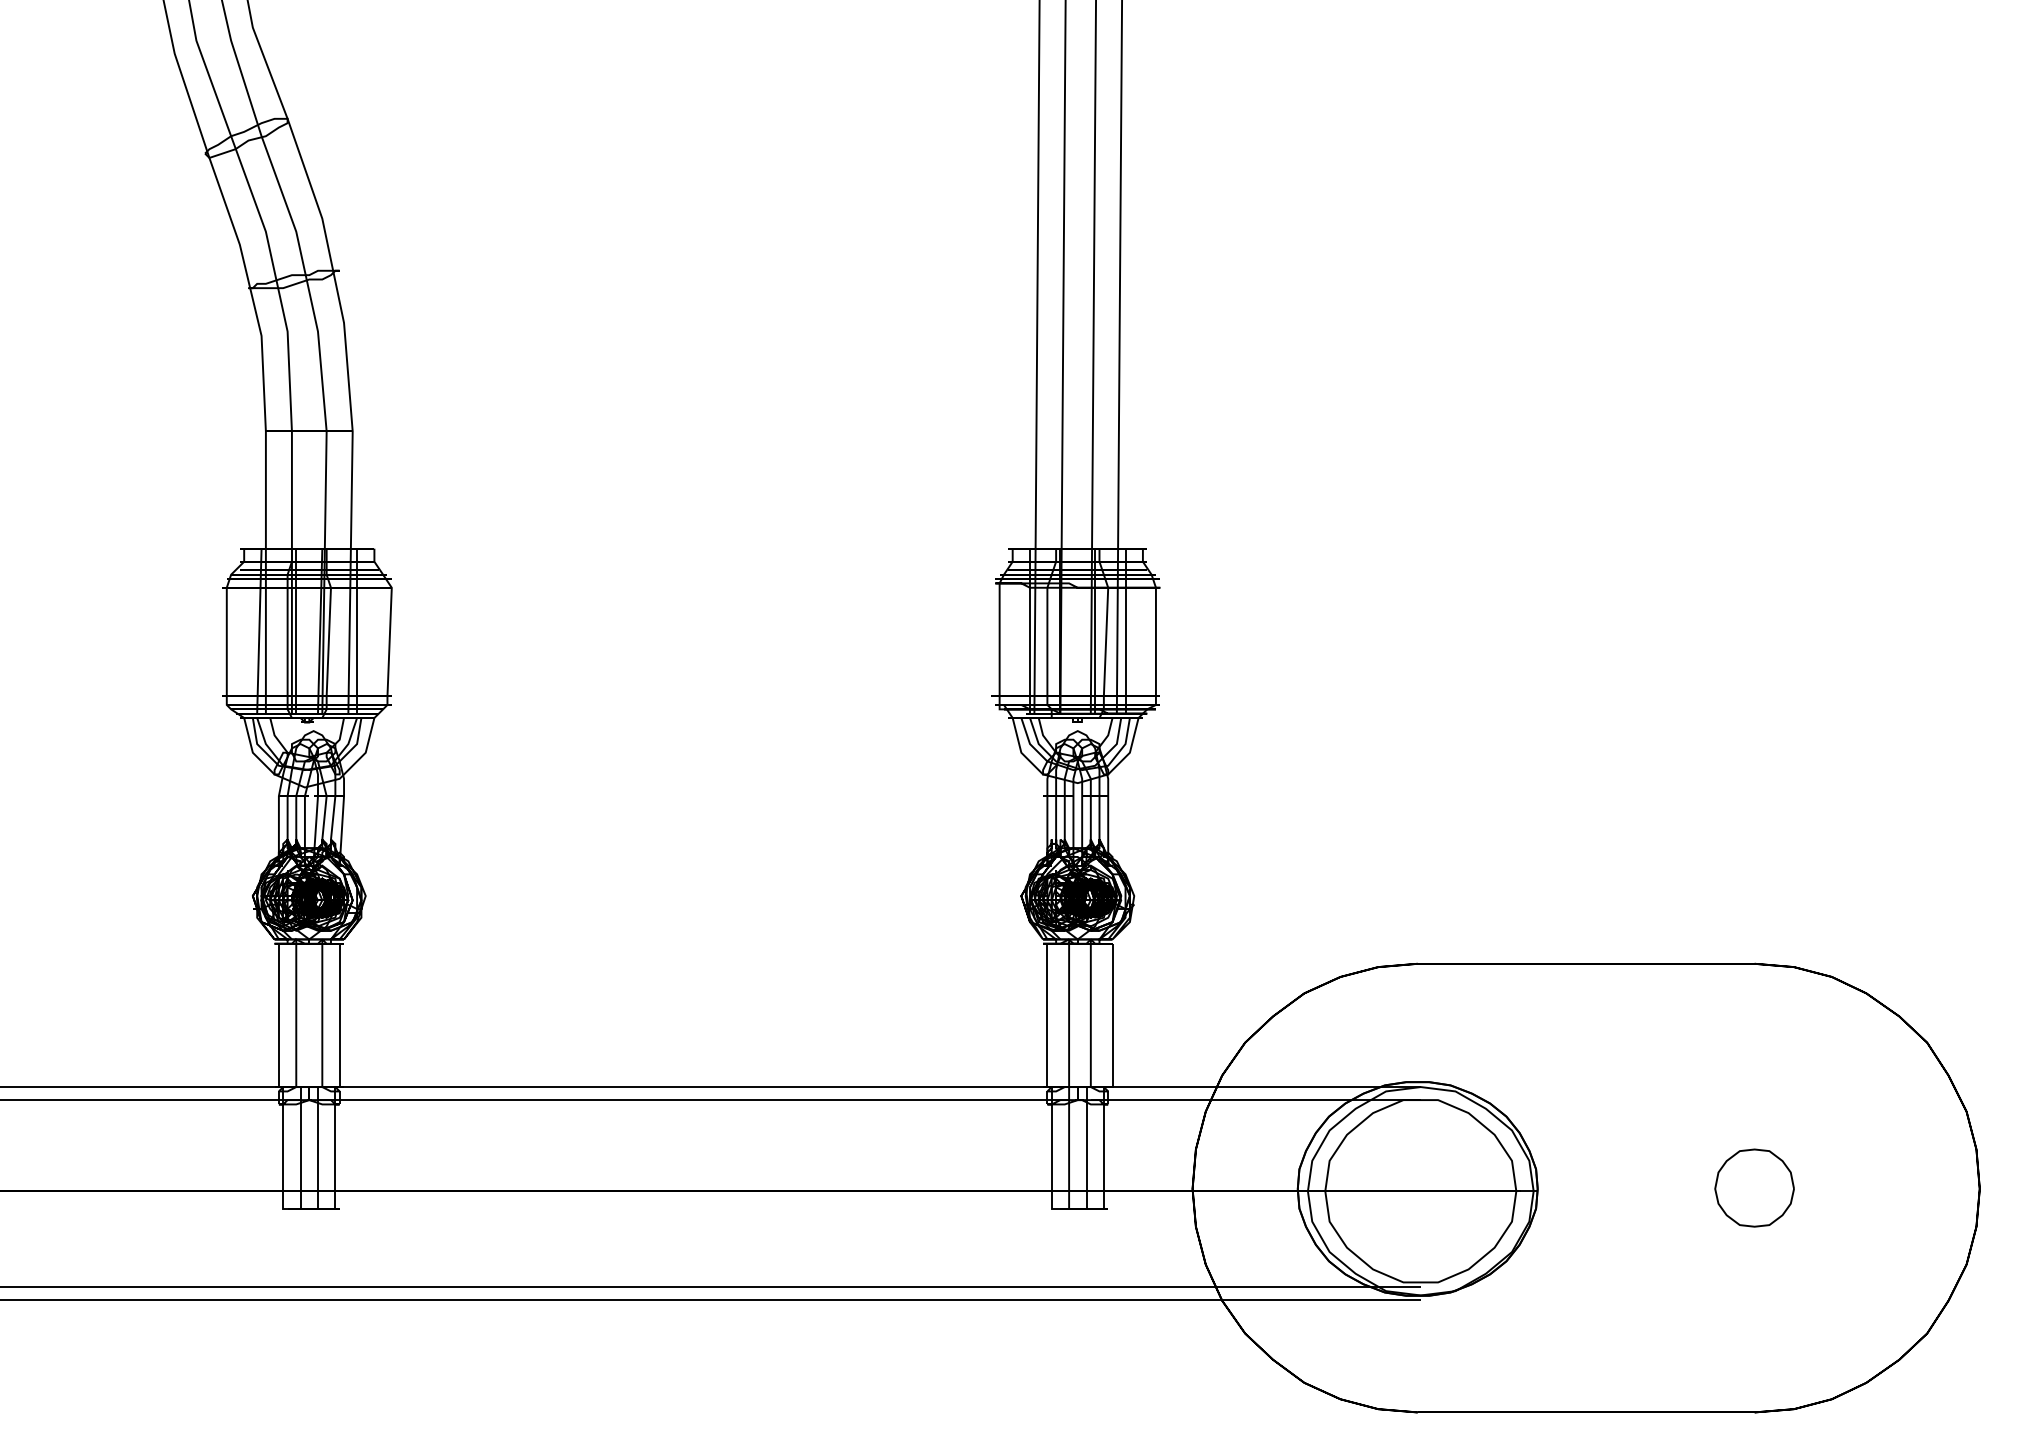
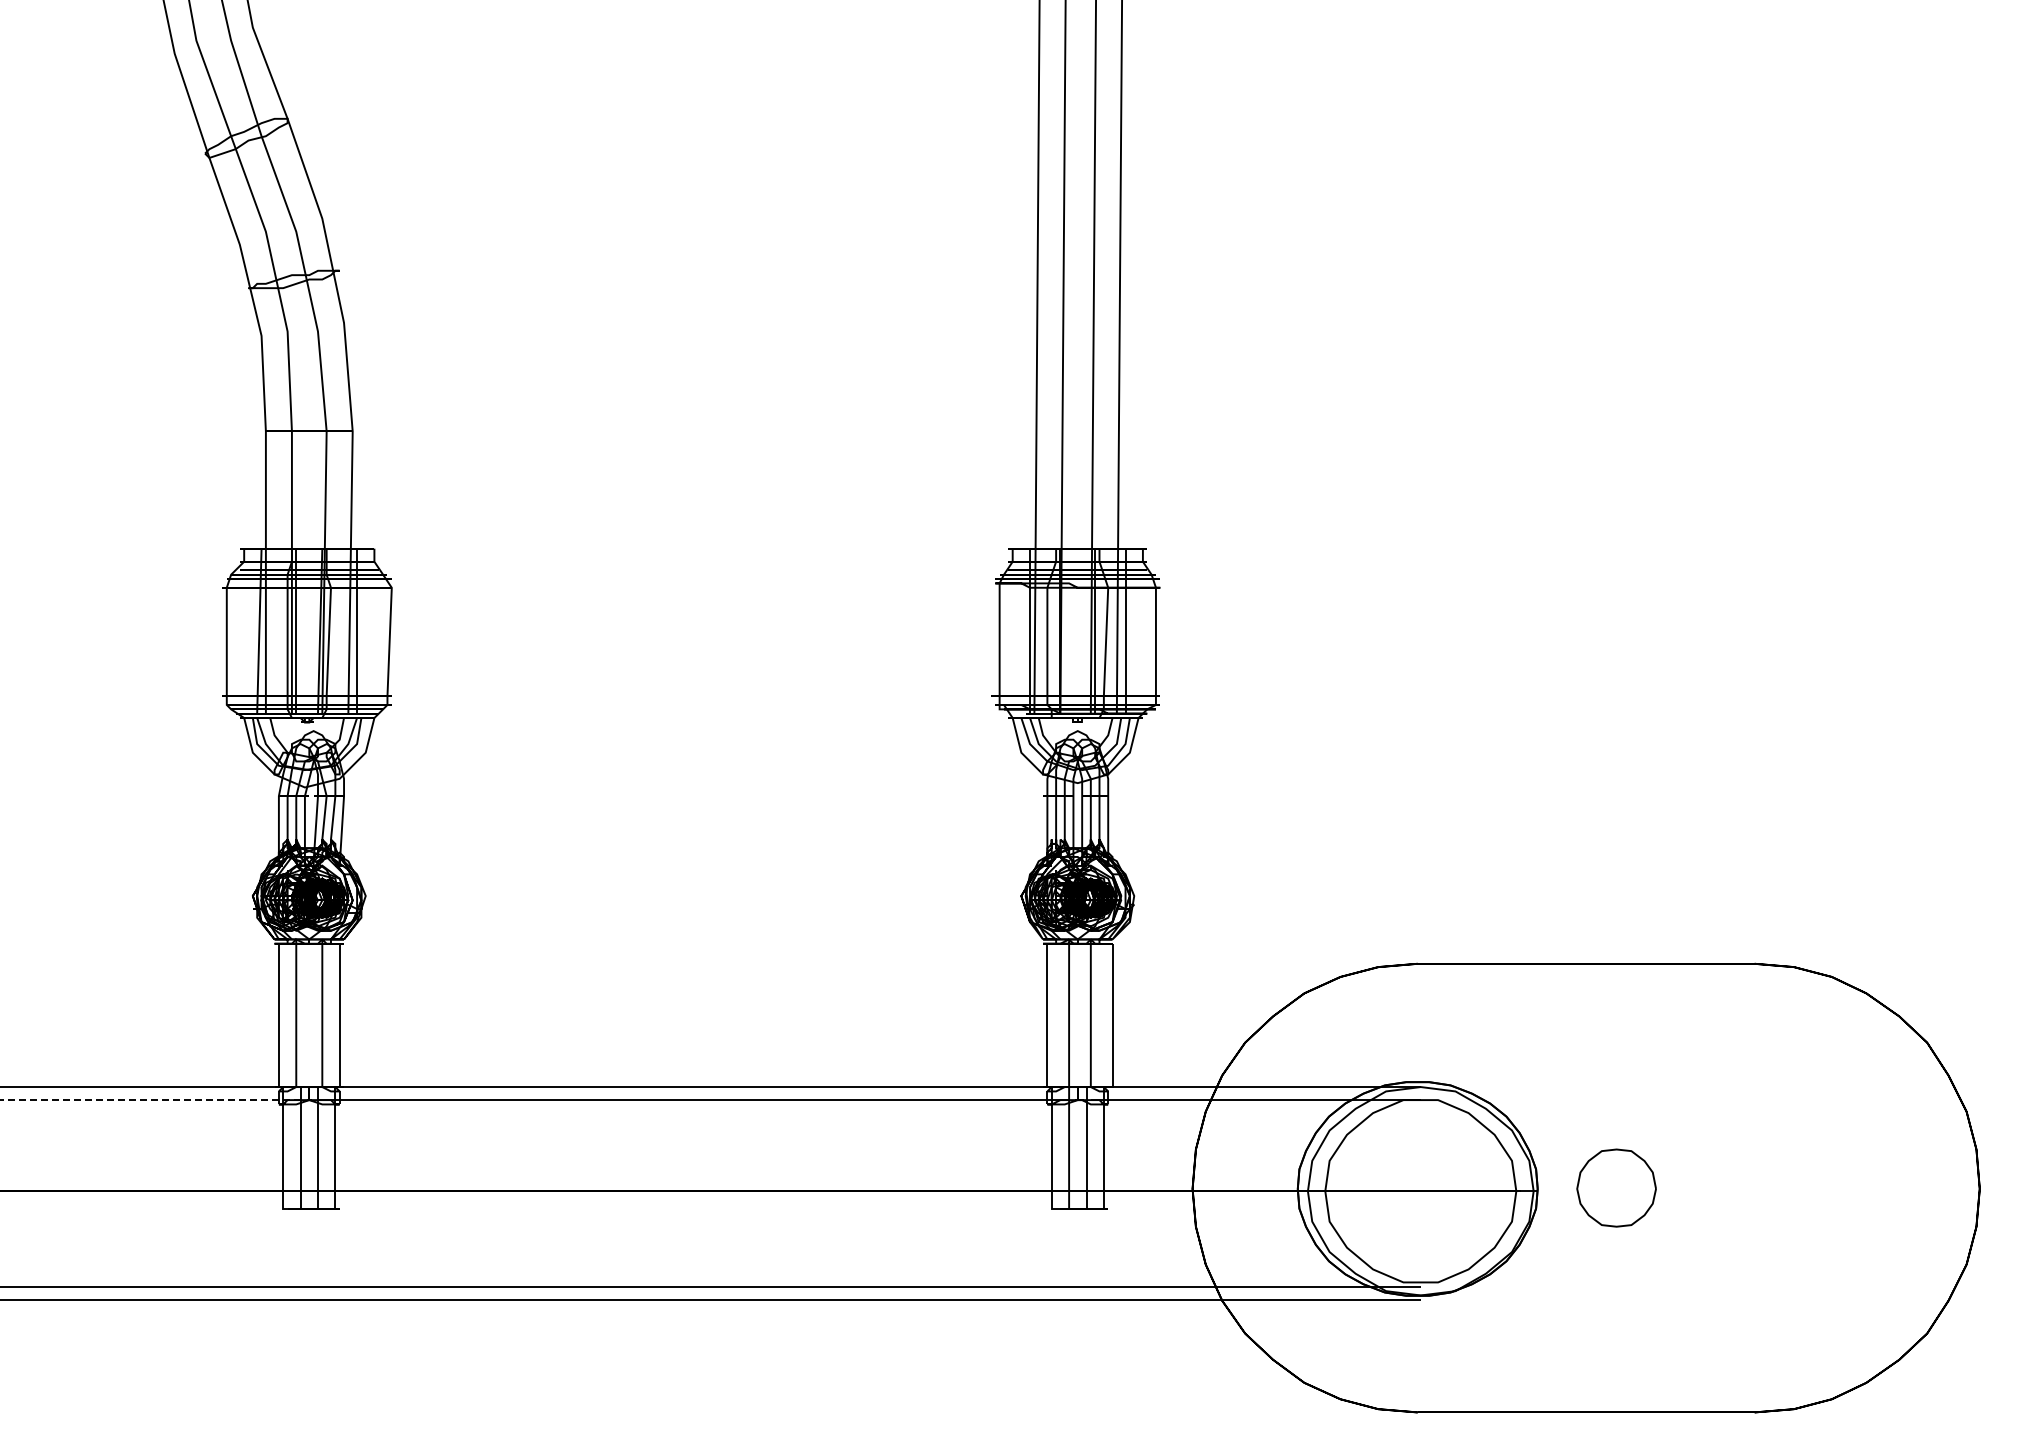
line at (150, 1100): solid -> dashed
part at (1754, 1187) position: (1754, 1187) -> (1616, 1187)
